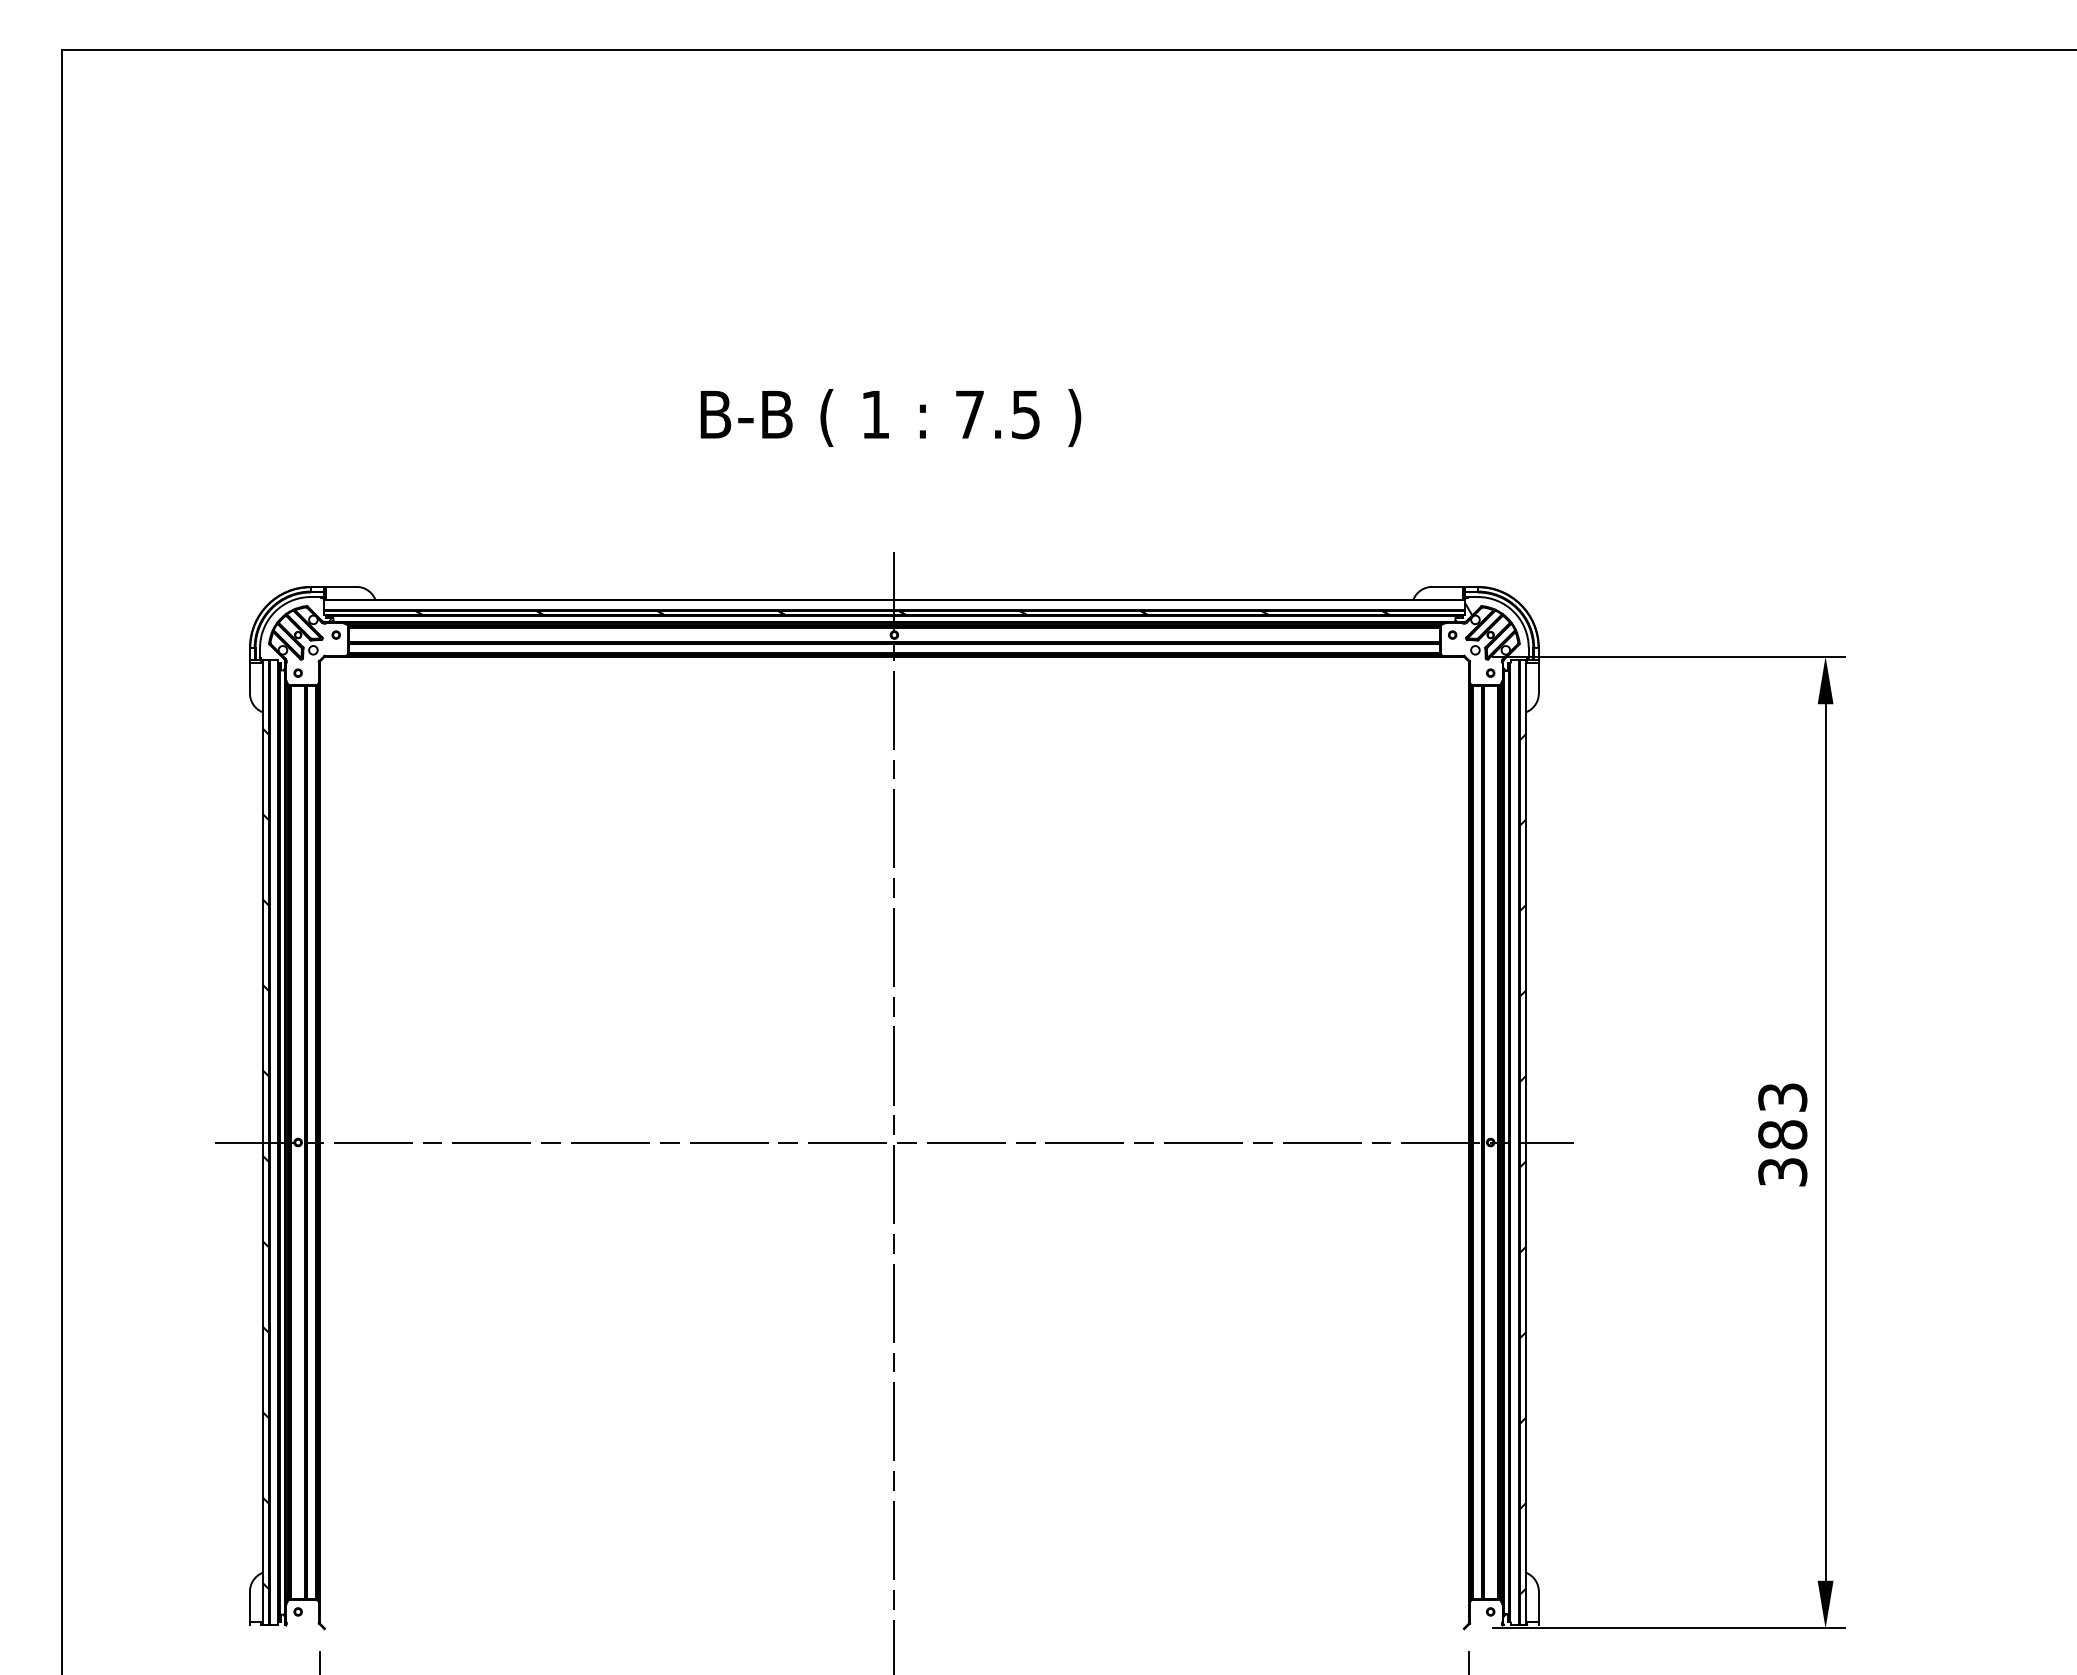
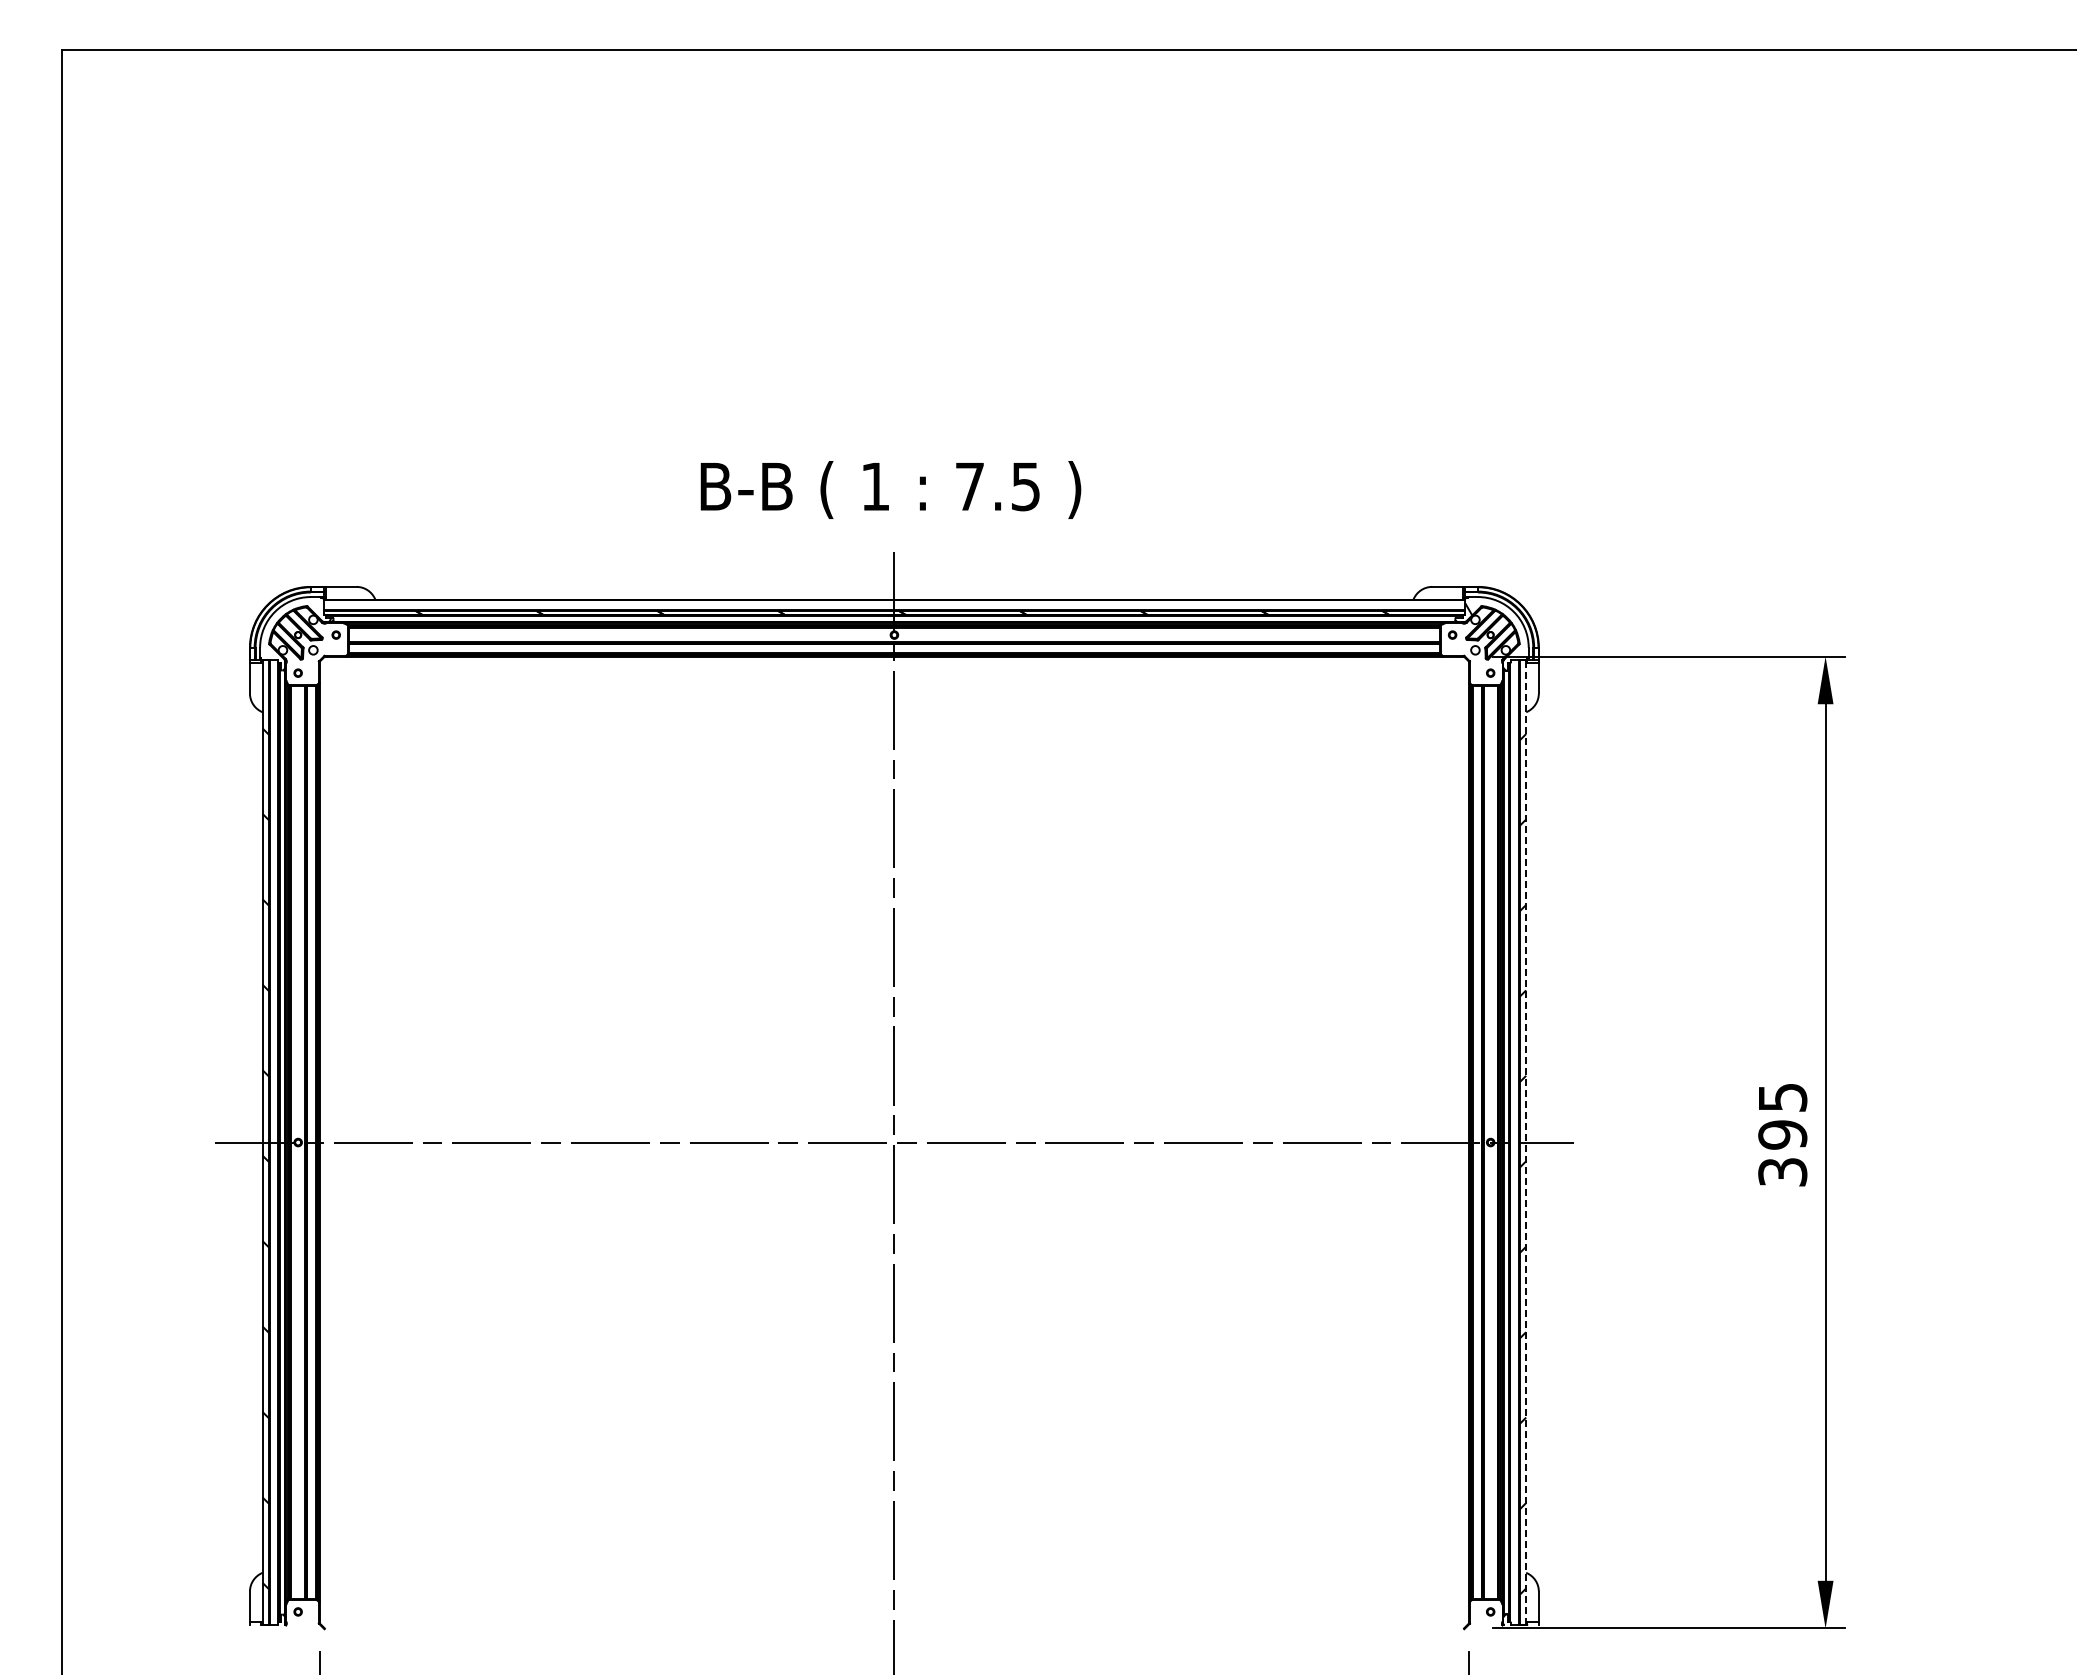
text at (890, 417) position: (890, 417) -> (890, 489)
text at (1782, 1116): 383 -> 395
line at (1526, 1142): solid -> dashed
